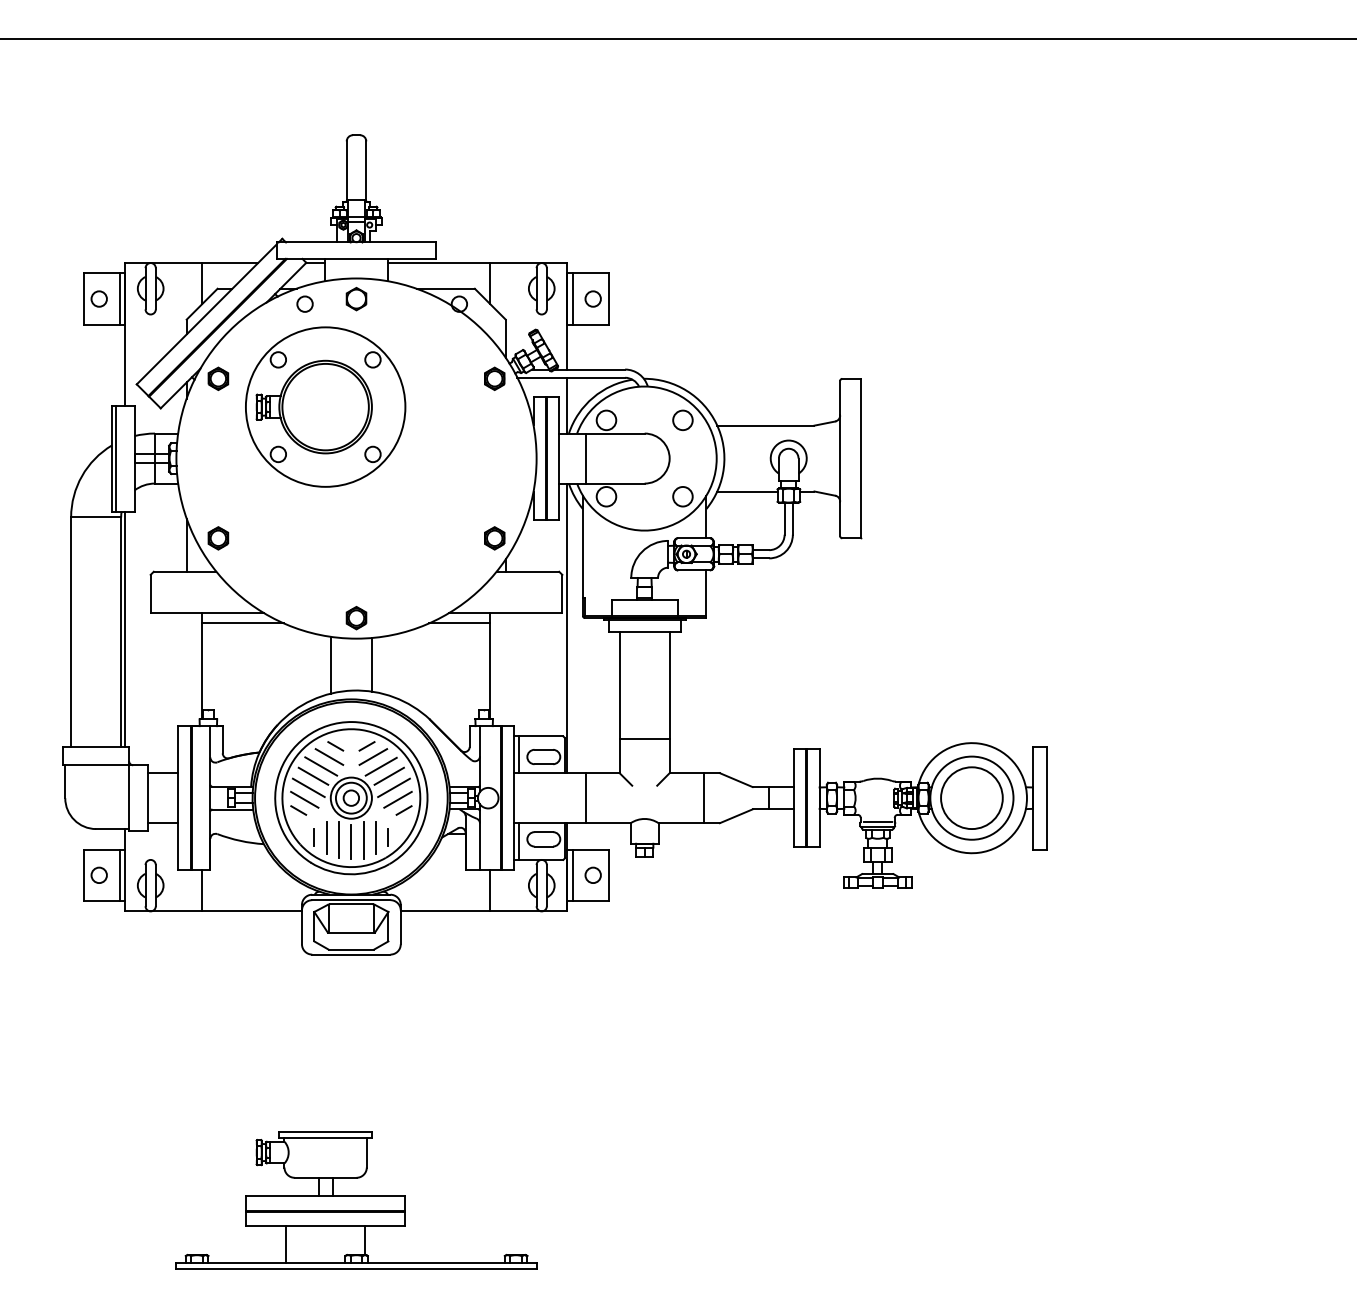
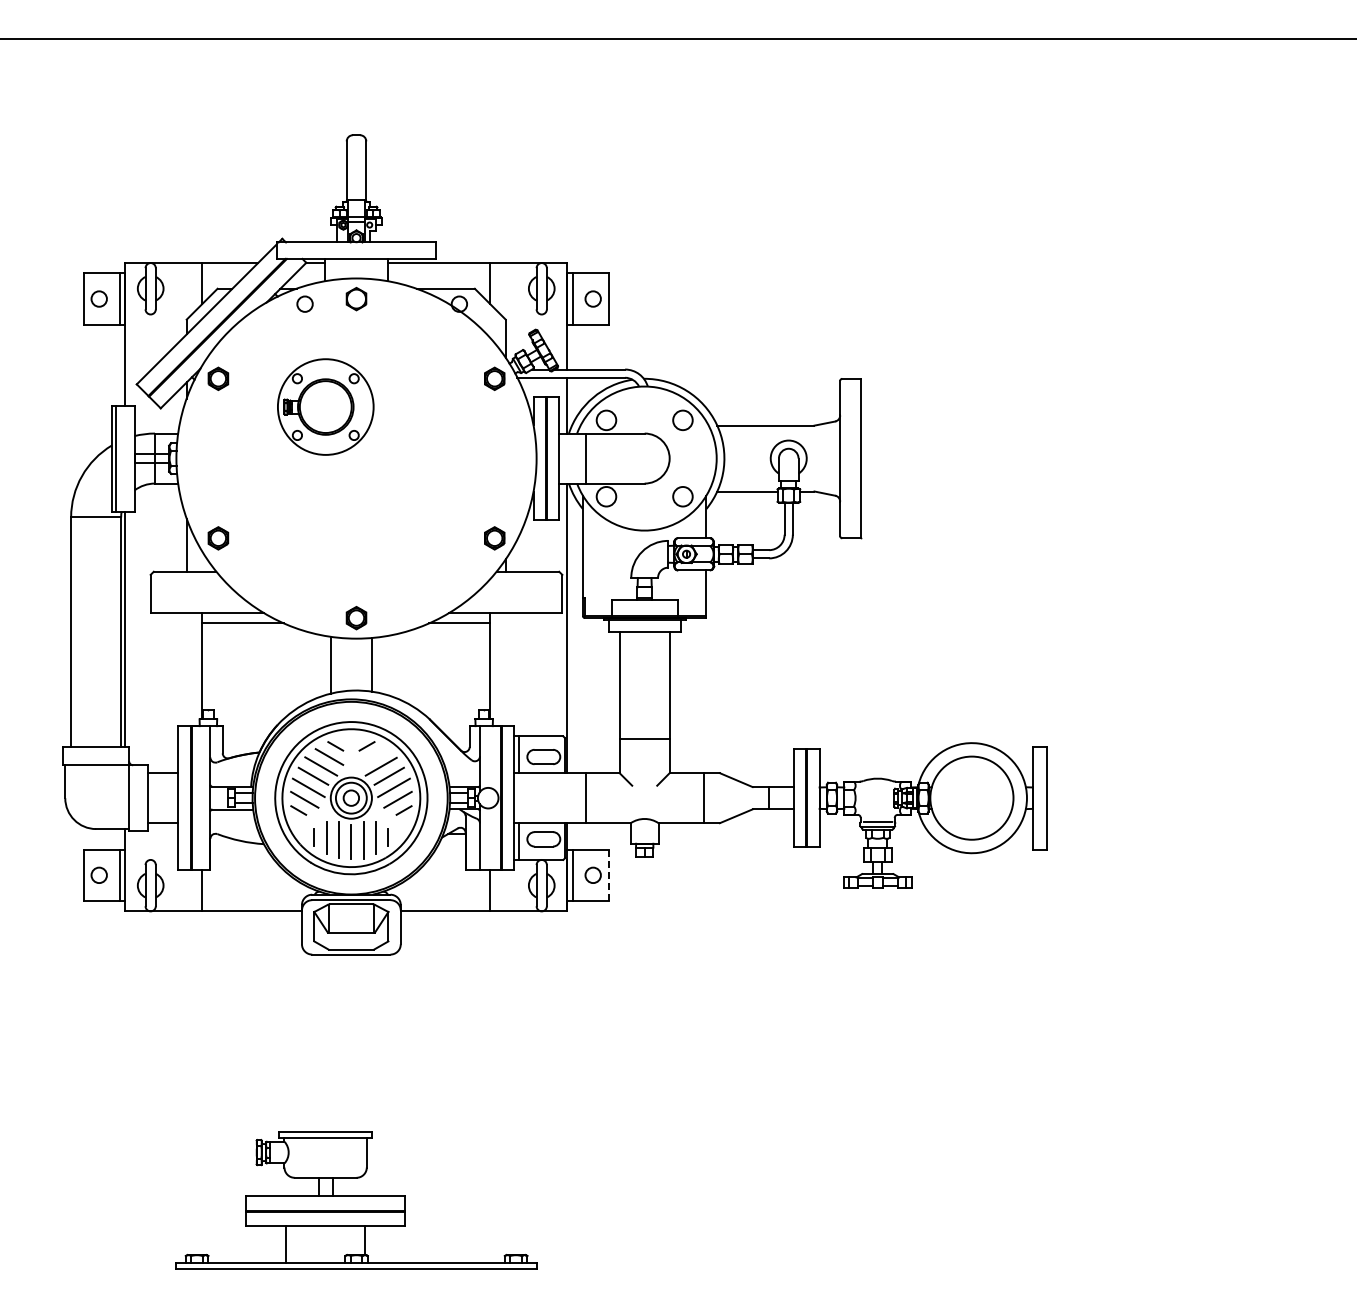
part at (325, 406) size: 162x162 px -> 98x98 px
line at (373, 756): present -> none
circle at (971, 797): present -> none
line at (608, 875): solid -> dashed
